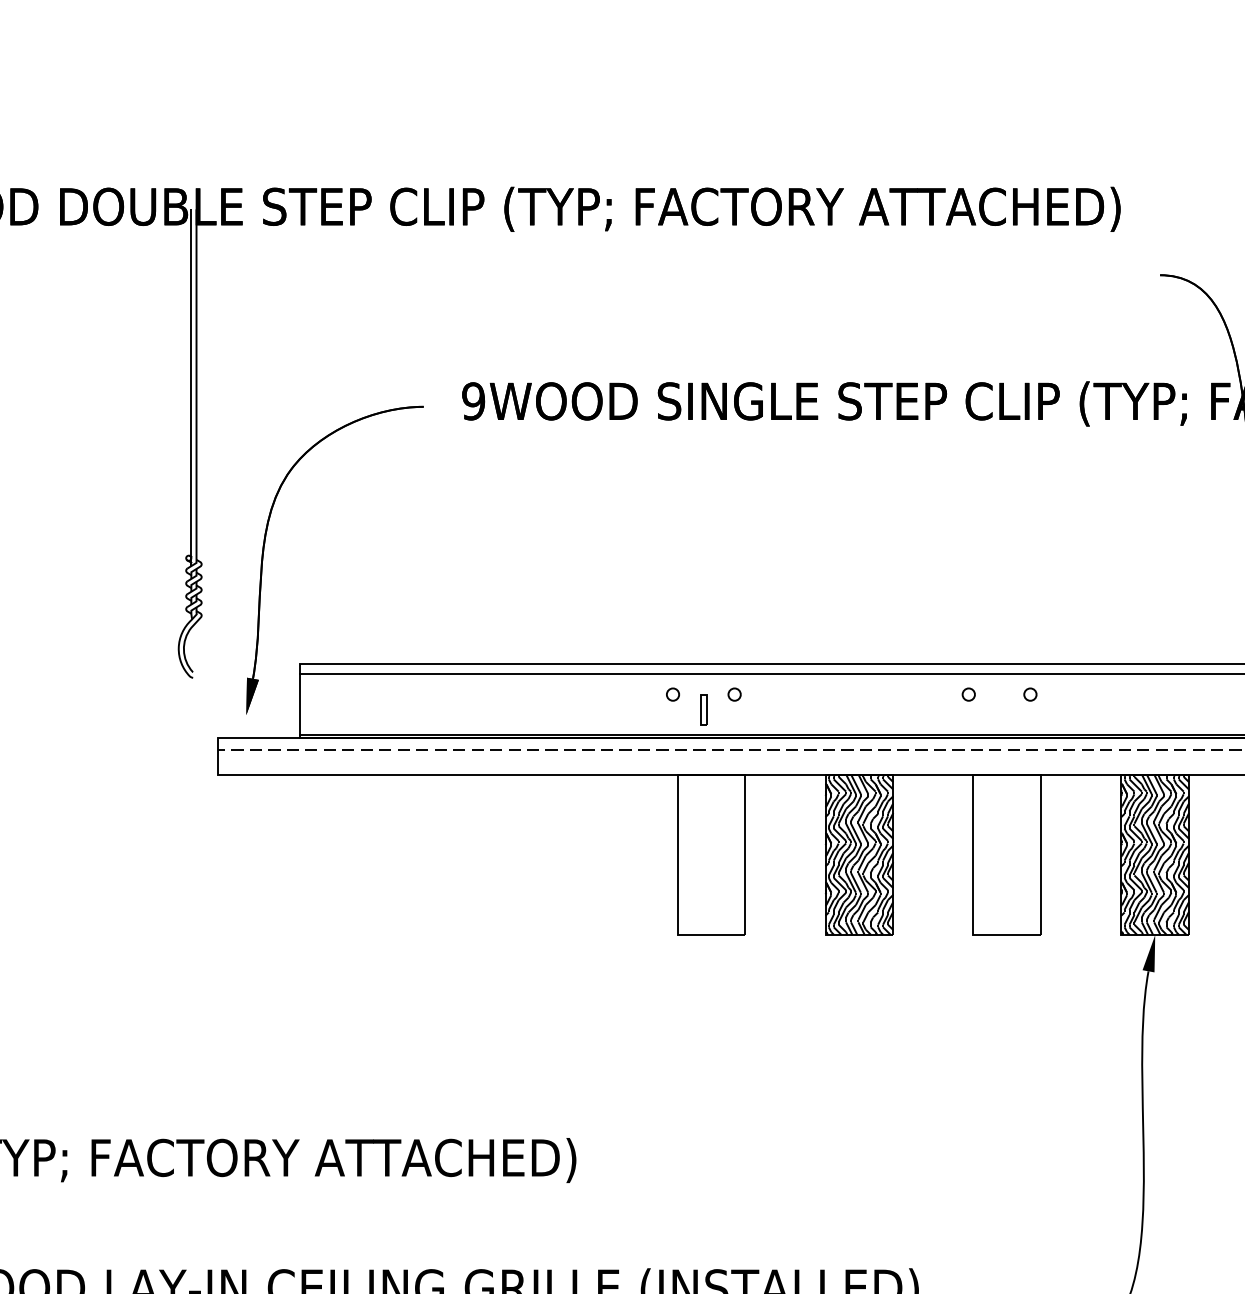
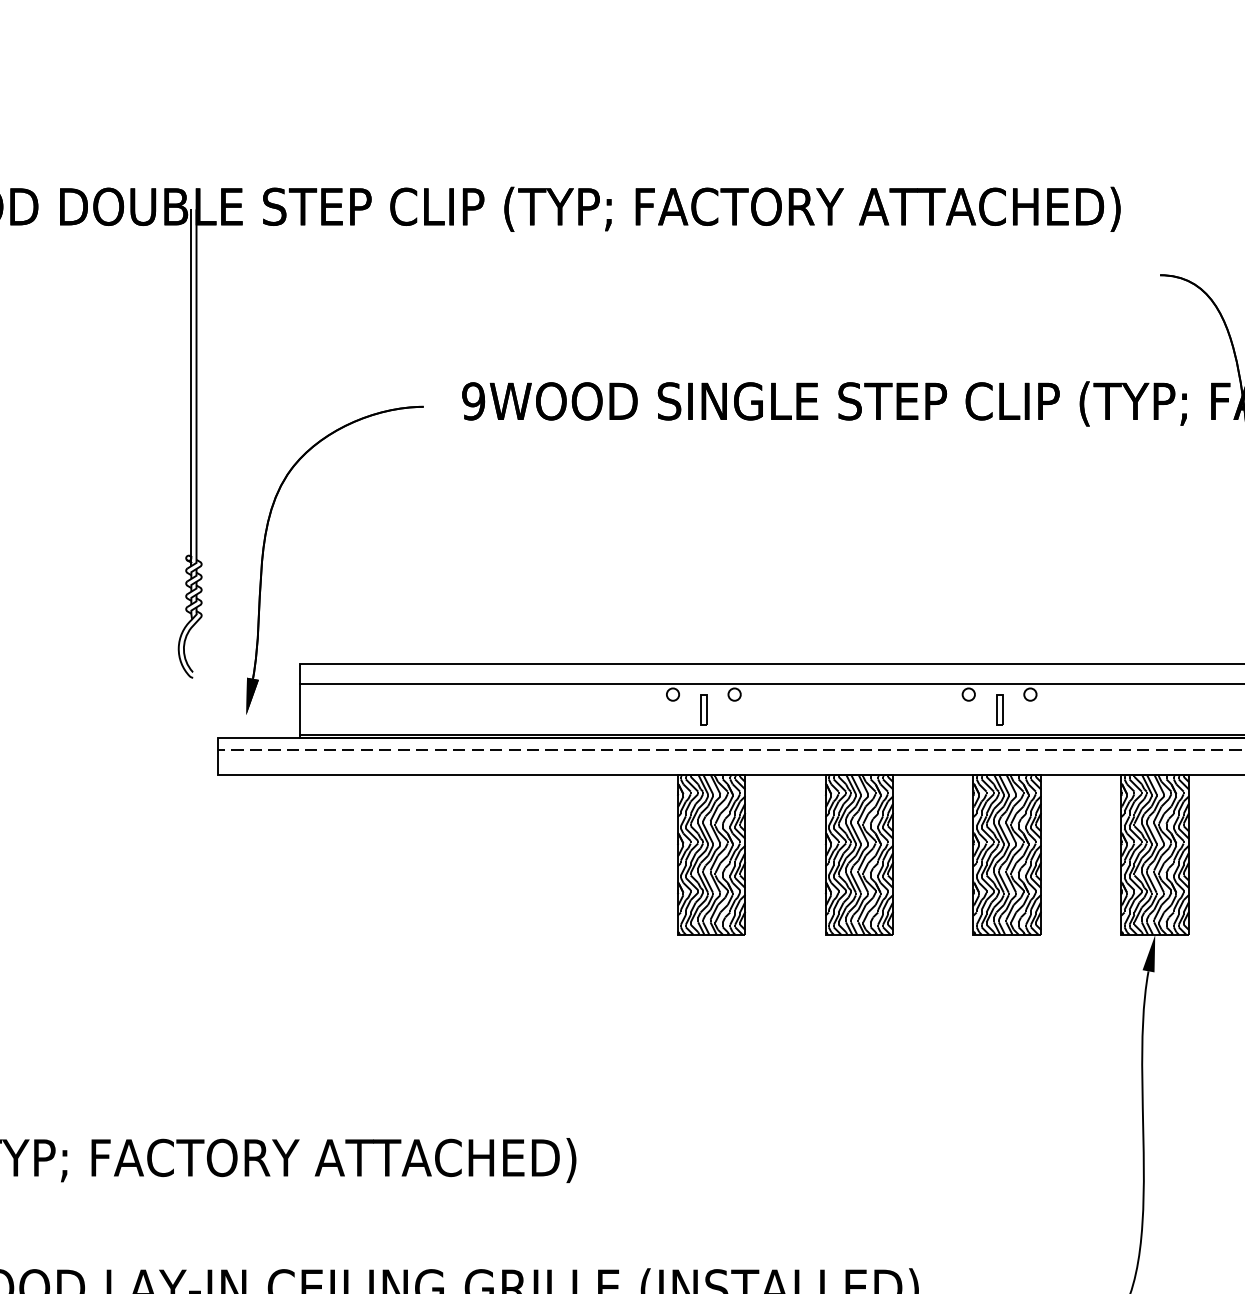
line at (770, 673) position: (770, 673) -> (770, 683)
part at (999, 709): none -> present
hatch at (711, 854): none -> present
hatch at (1007, 854): none -> present
